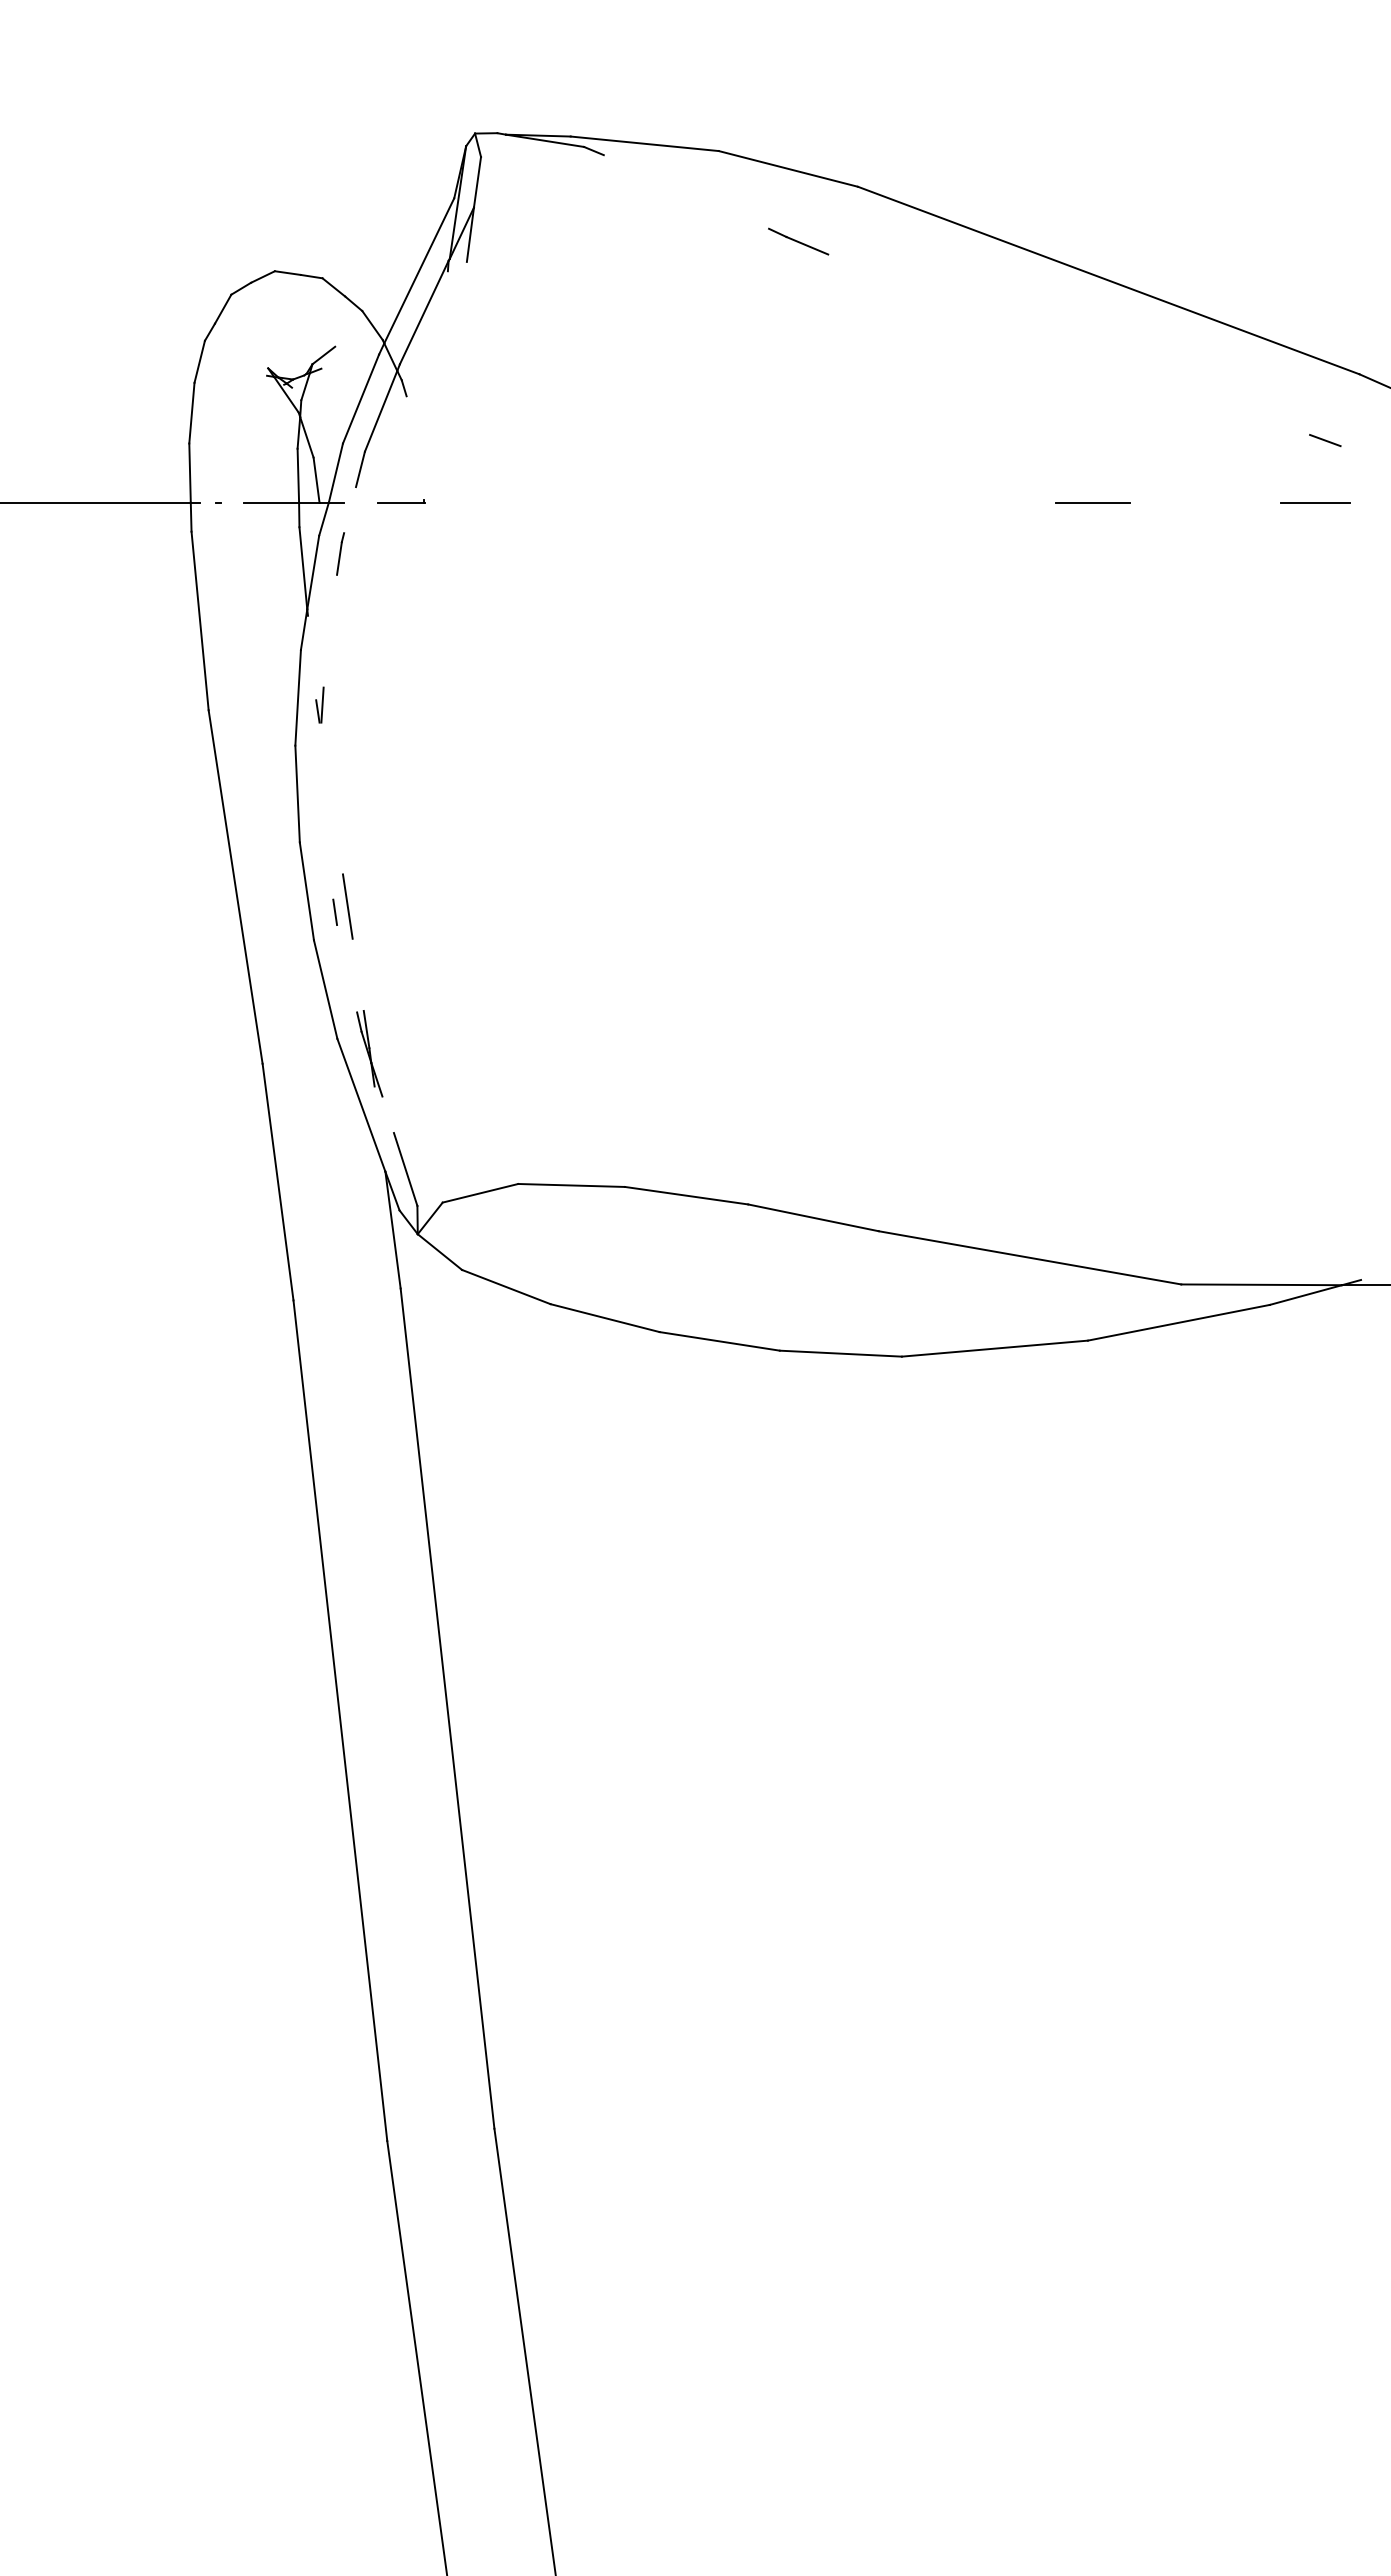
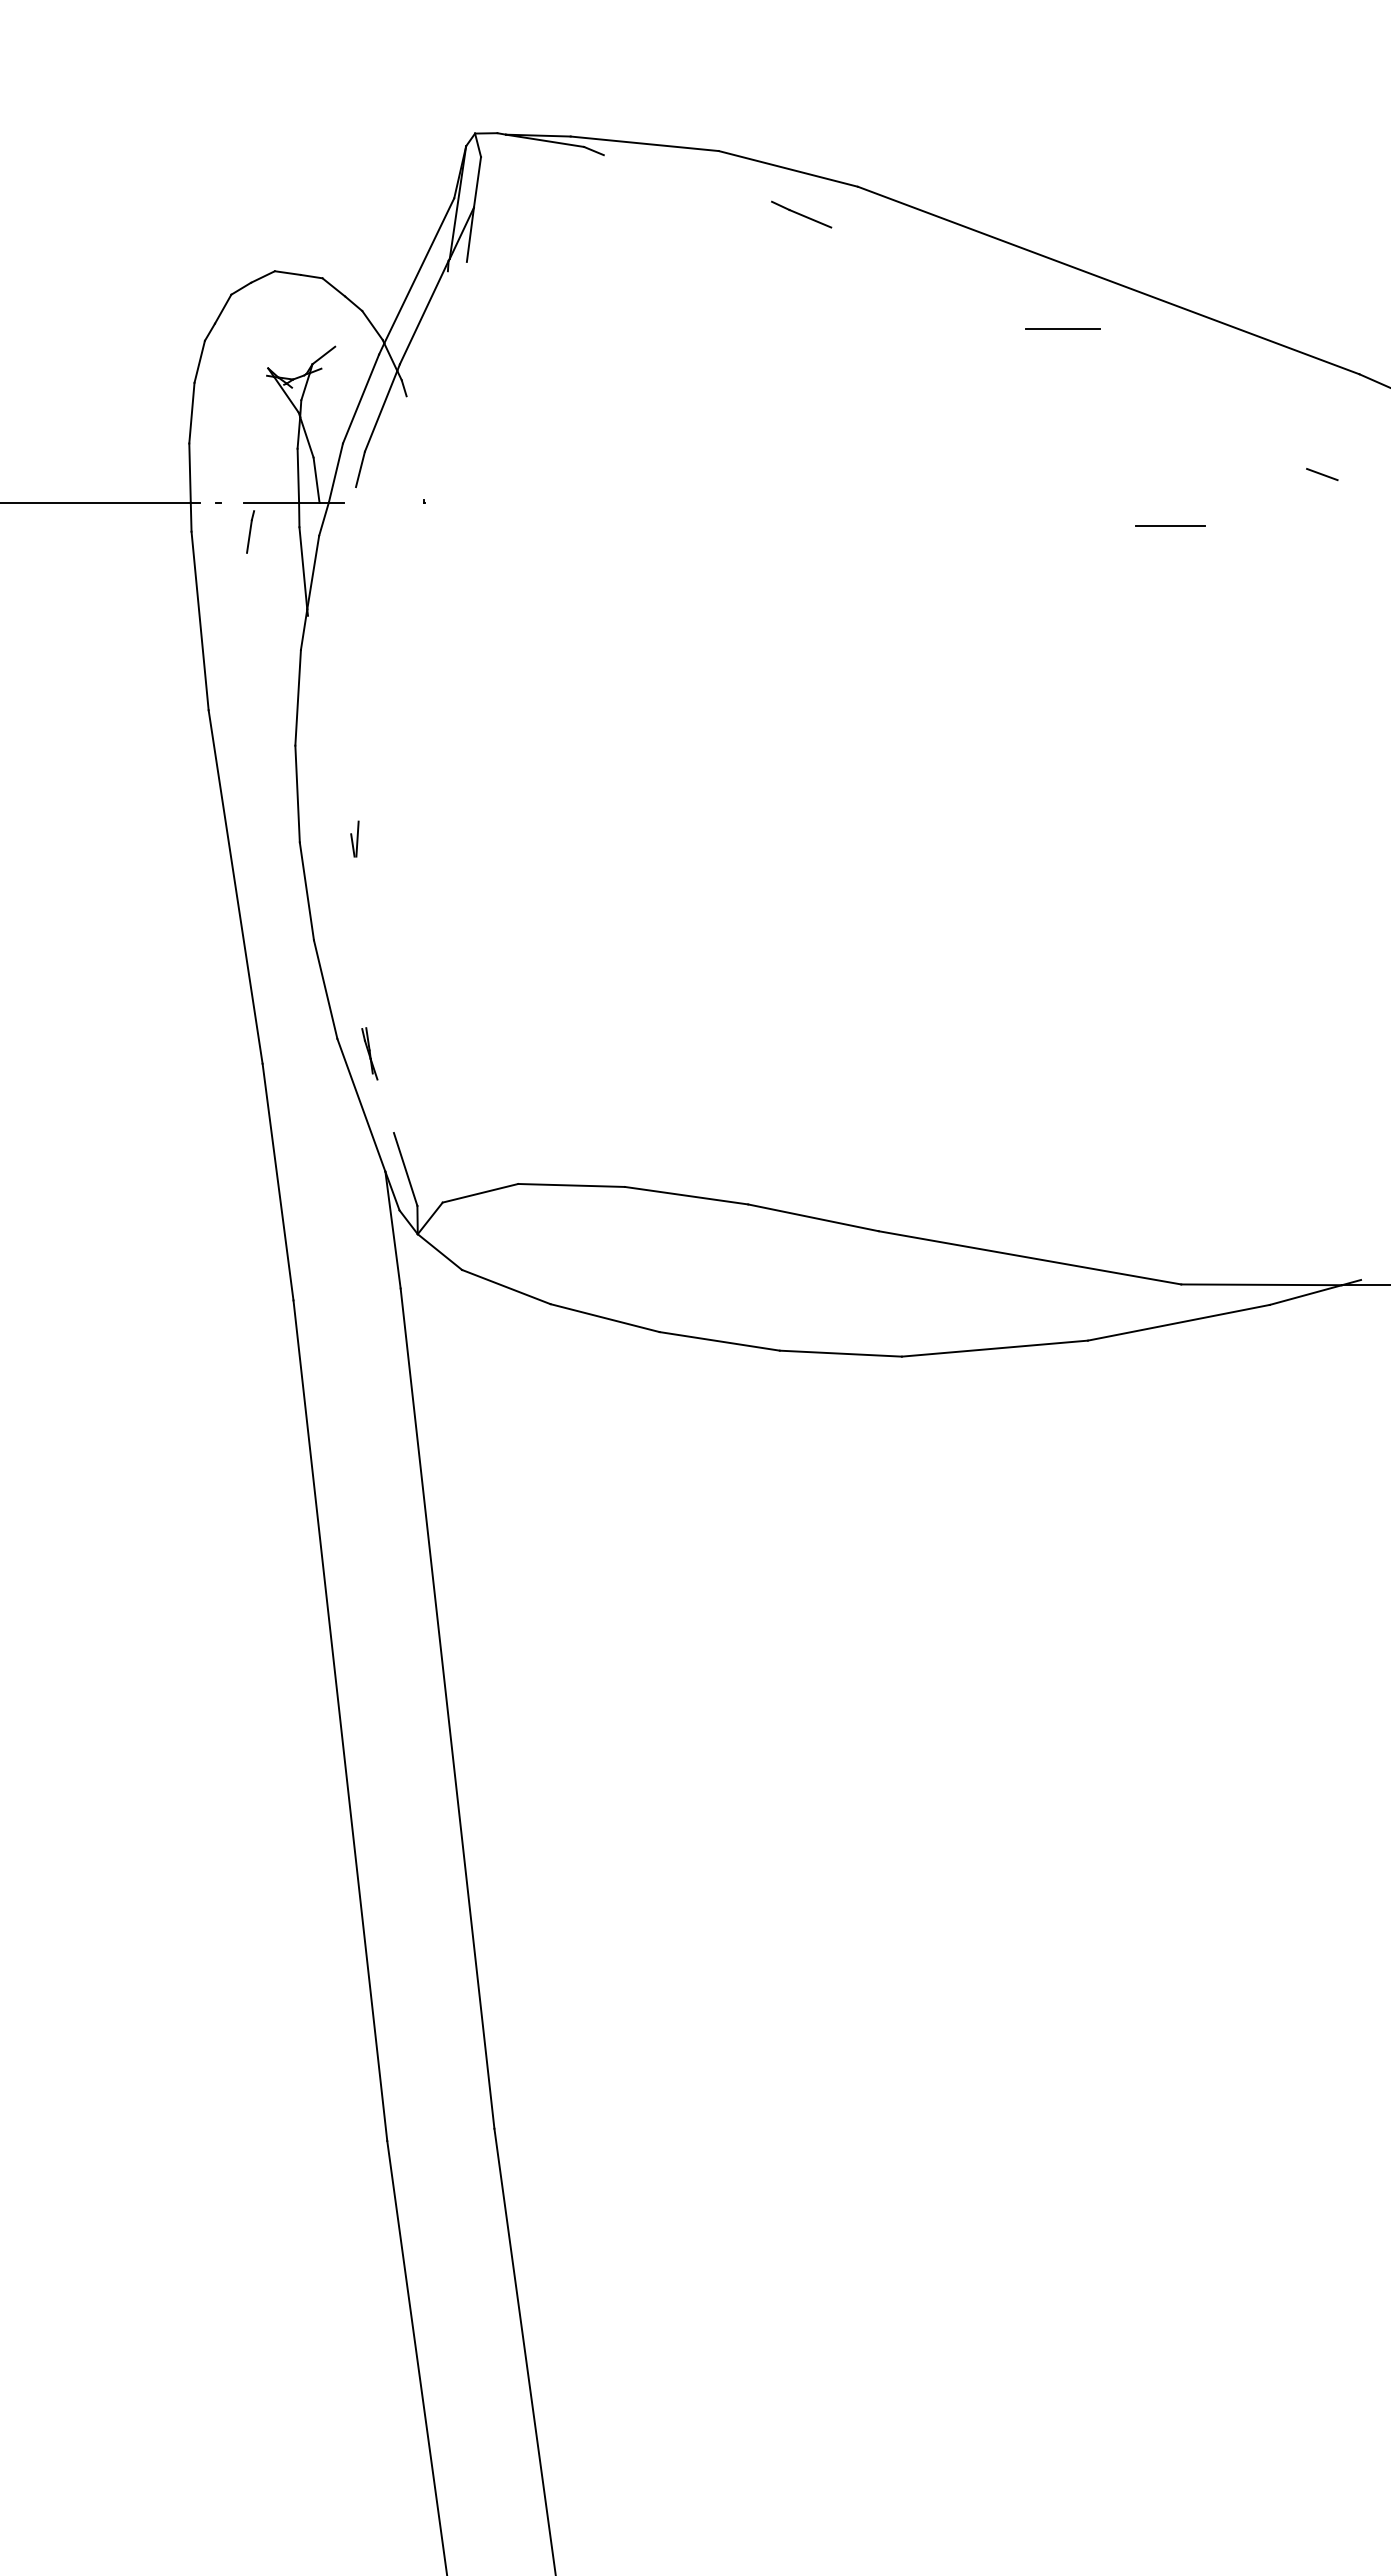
line at (798, 241) position: (798, 241) -> (801, 214)
line at (1325, 440) position: (1325, 440) -> (1322, 474)
line at (400, 502): present -> none
line at (1092, 502) position: (1092, 502) -> (1062, 328)
line at (1315, 502) position: (1315, 502) -> (1170, 525)
line at (340, 553) position: (340, 553) -> (250, 531)
part at (319, 704) position: (319, 704) -> (354, 838)
line at (347, 906): present -> none
line at (335, 912): present -> none
part at (369, 1053) size: 28x88 px -> 18x54 px
